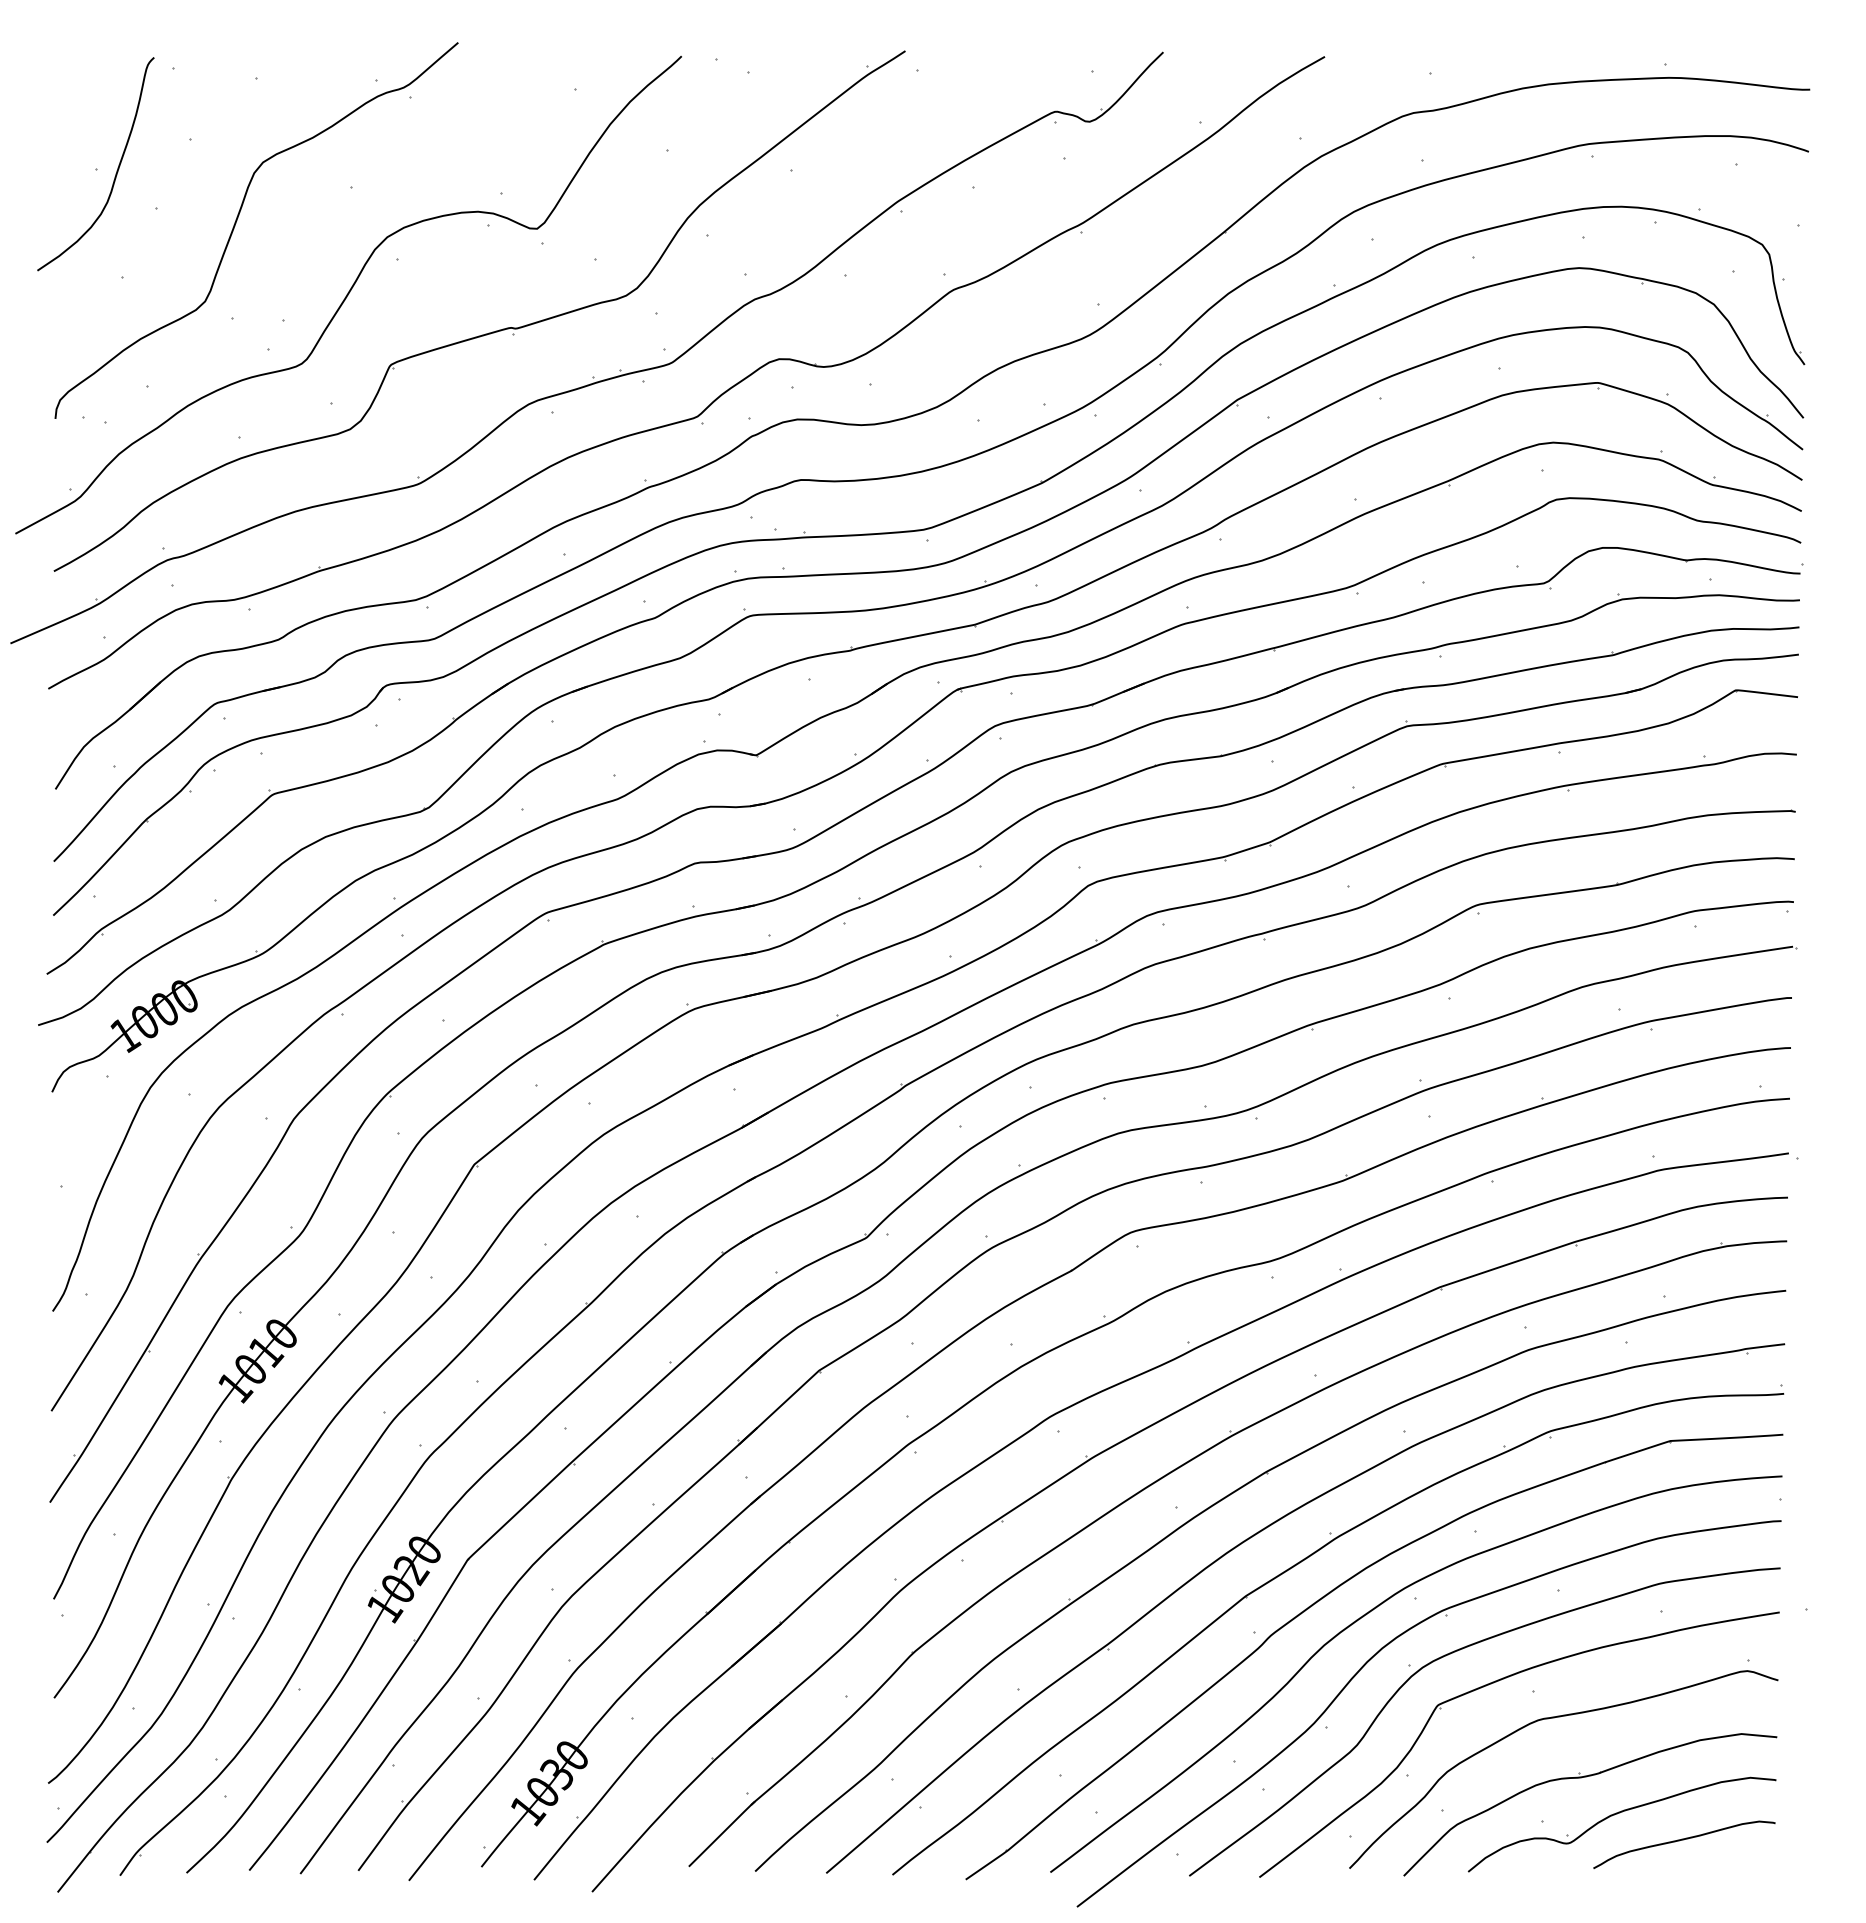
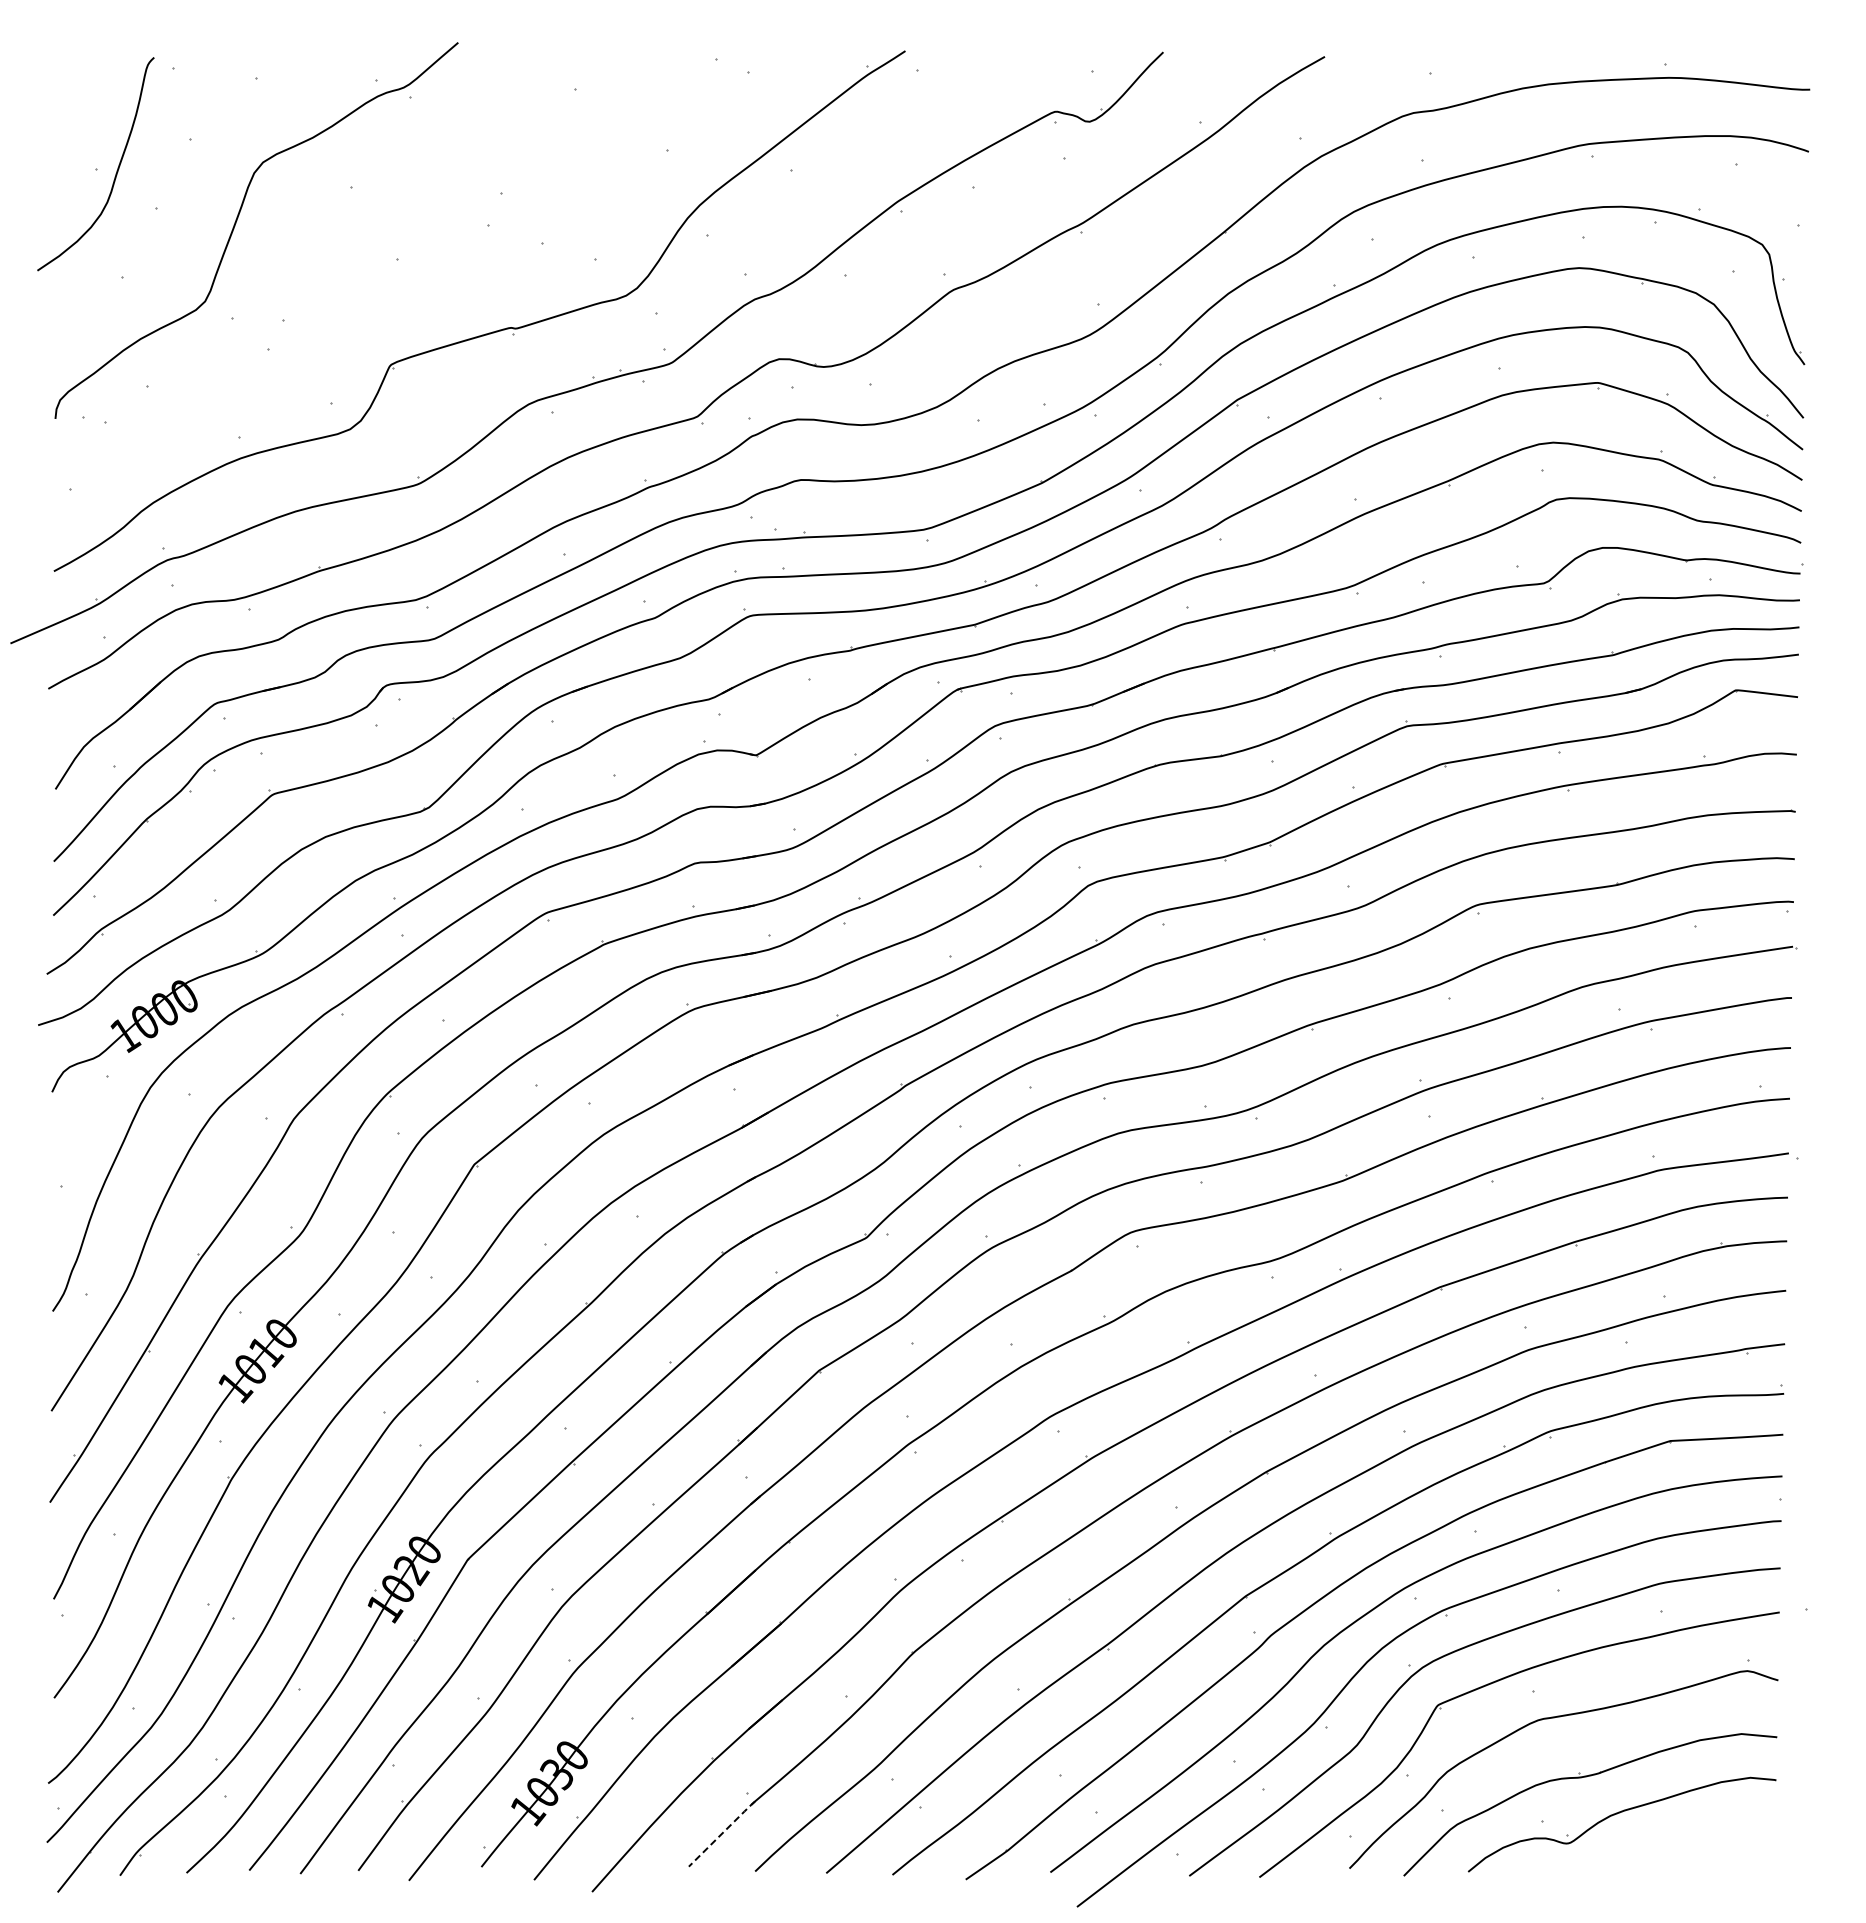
curve at (348, 294): present -> none
line at (722, 1833): solid -> dashed
curve at (1683, 1840): present -> none
